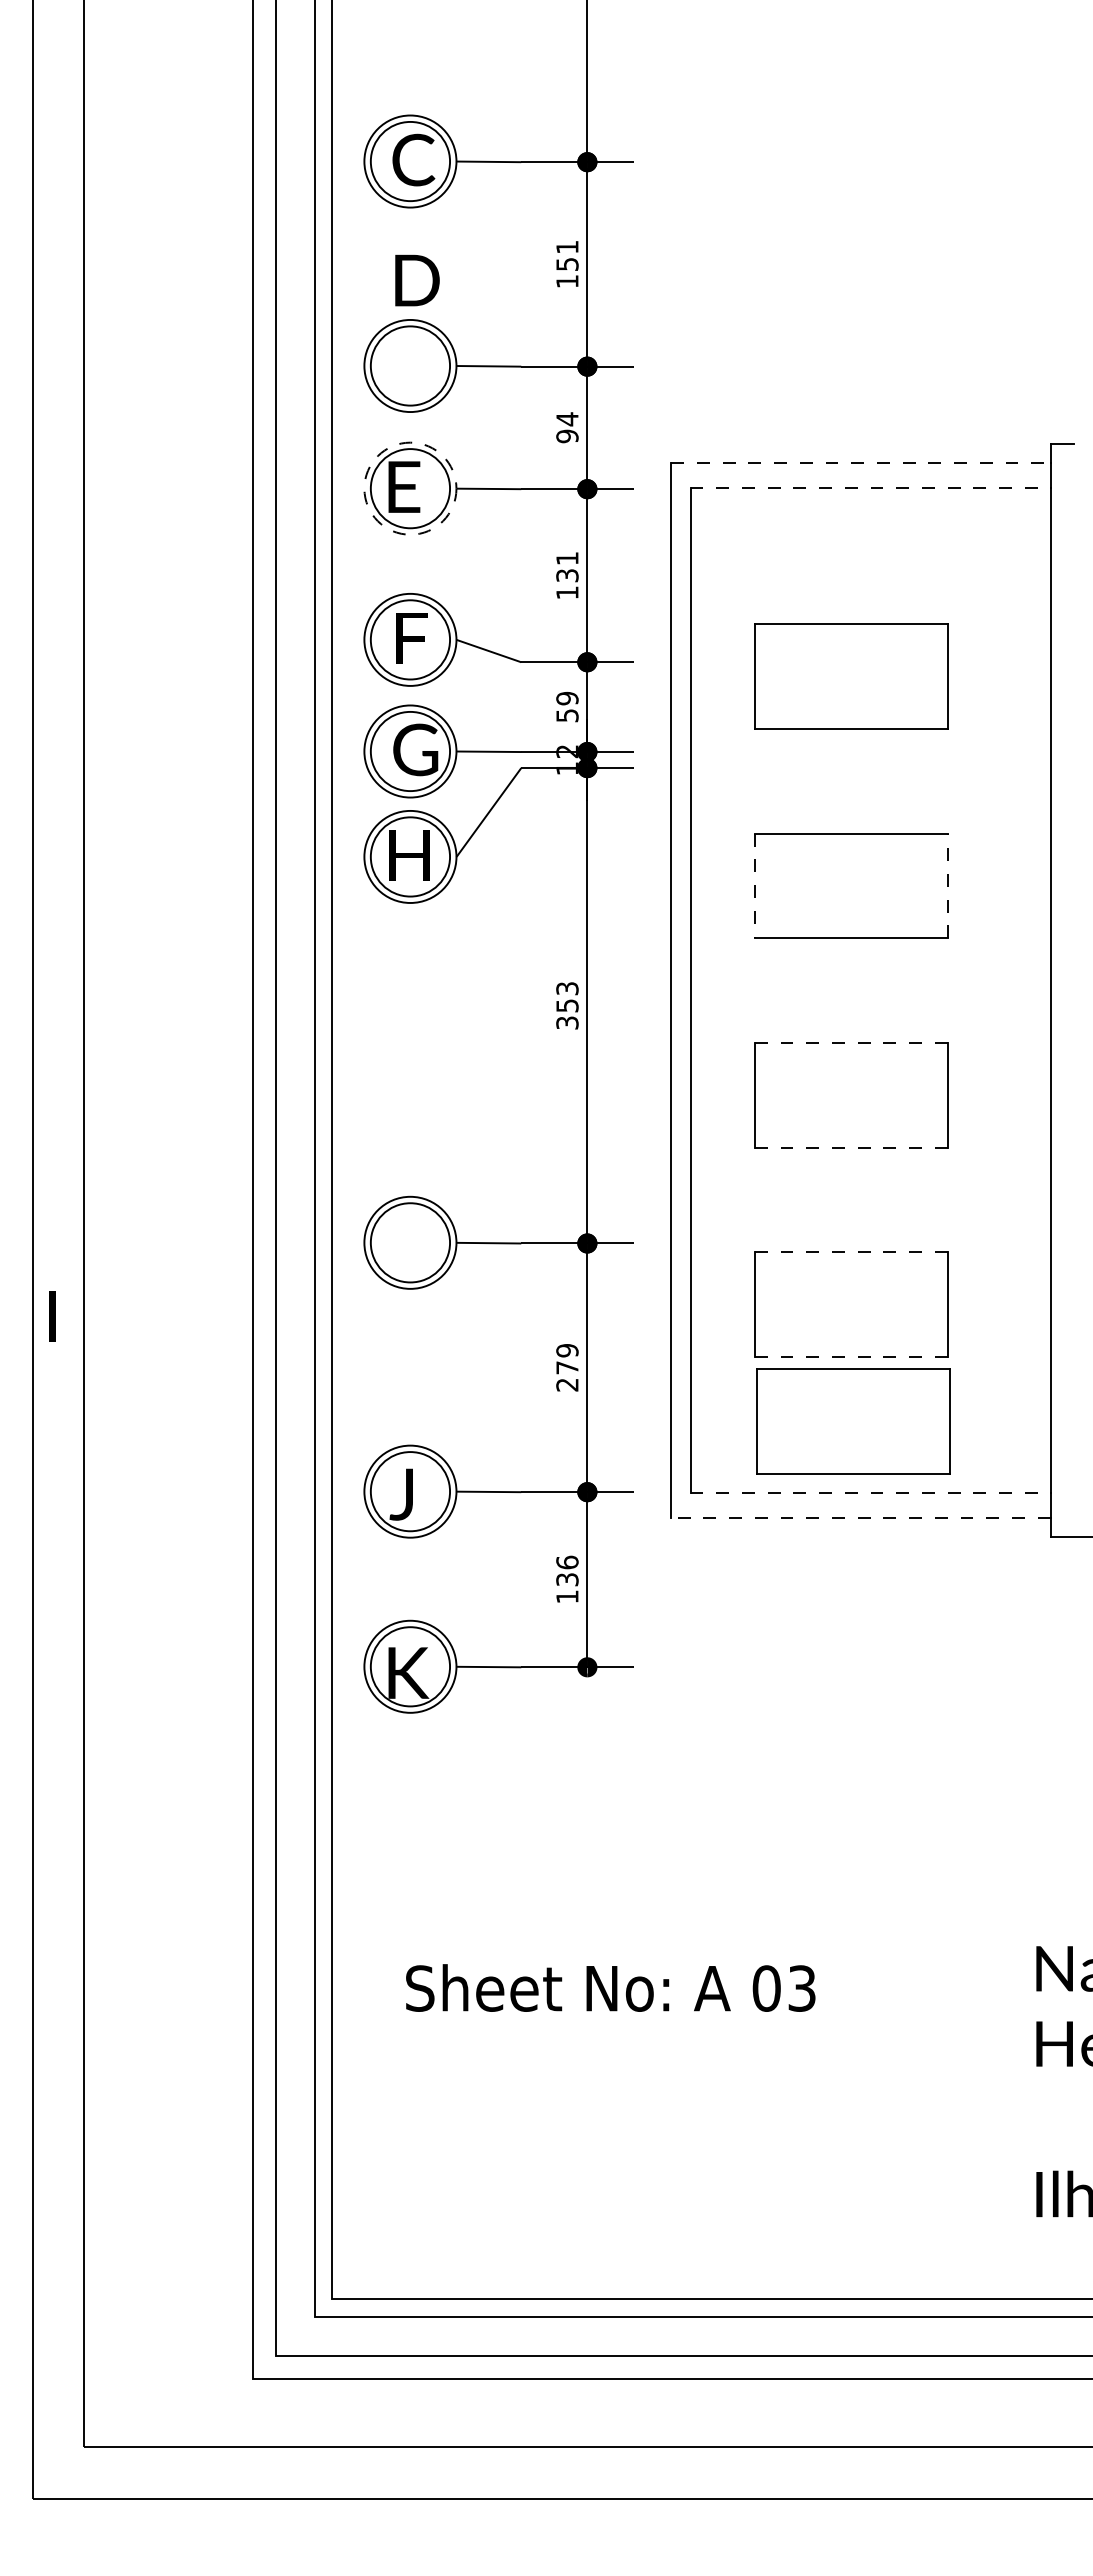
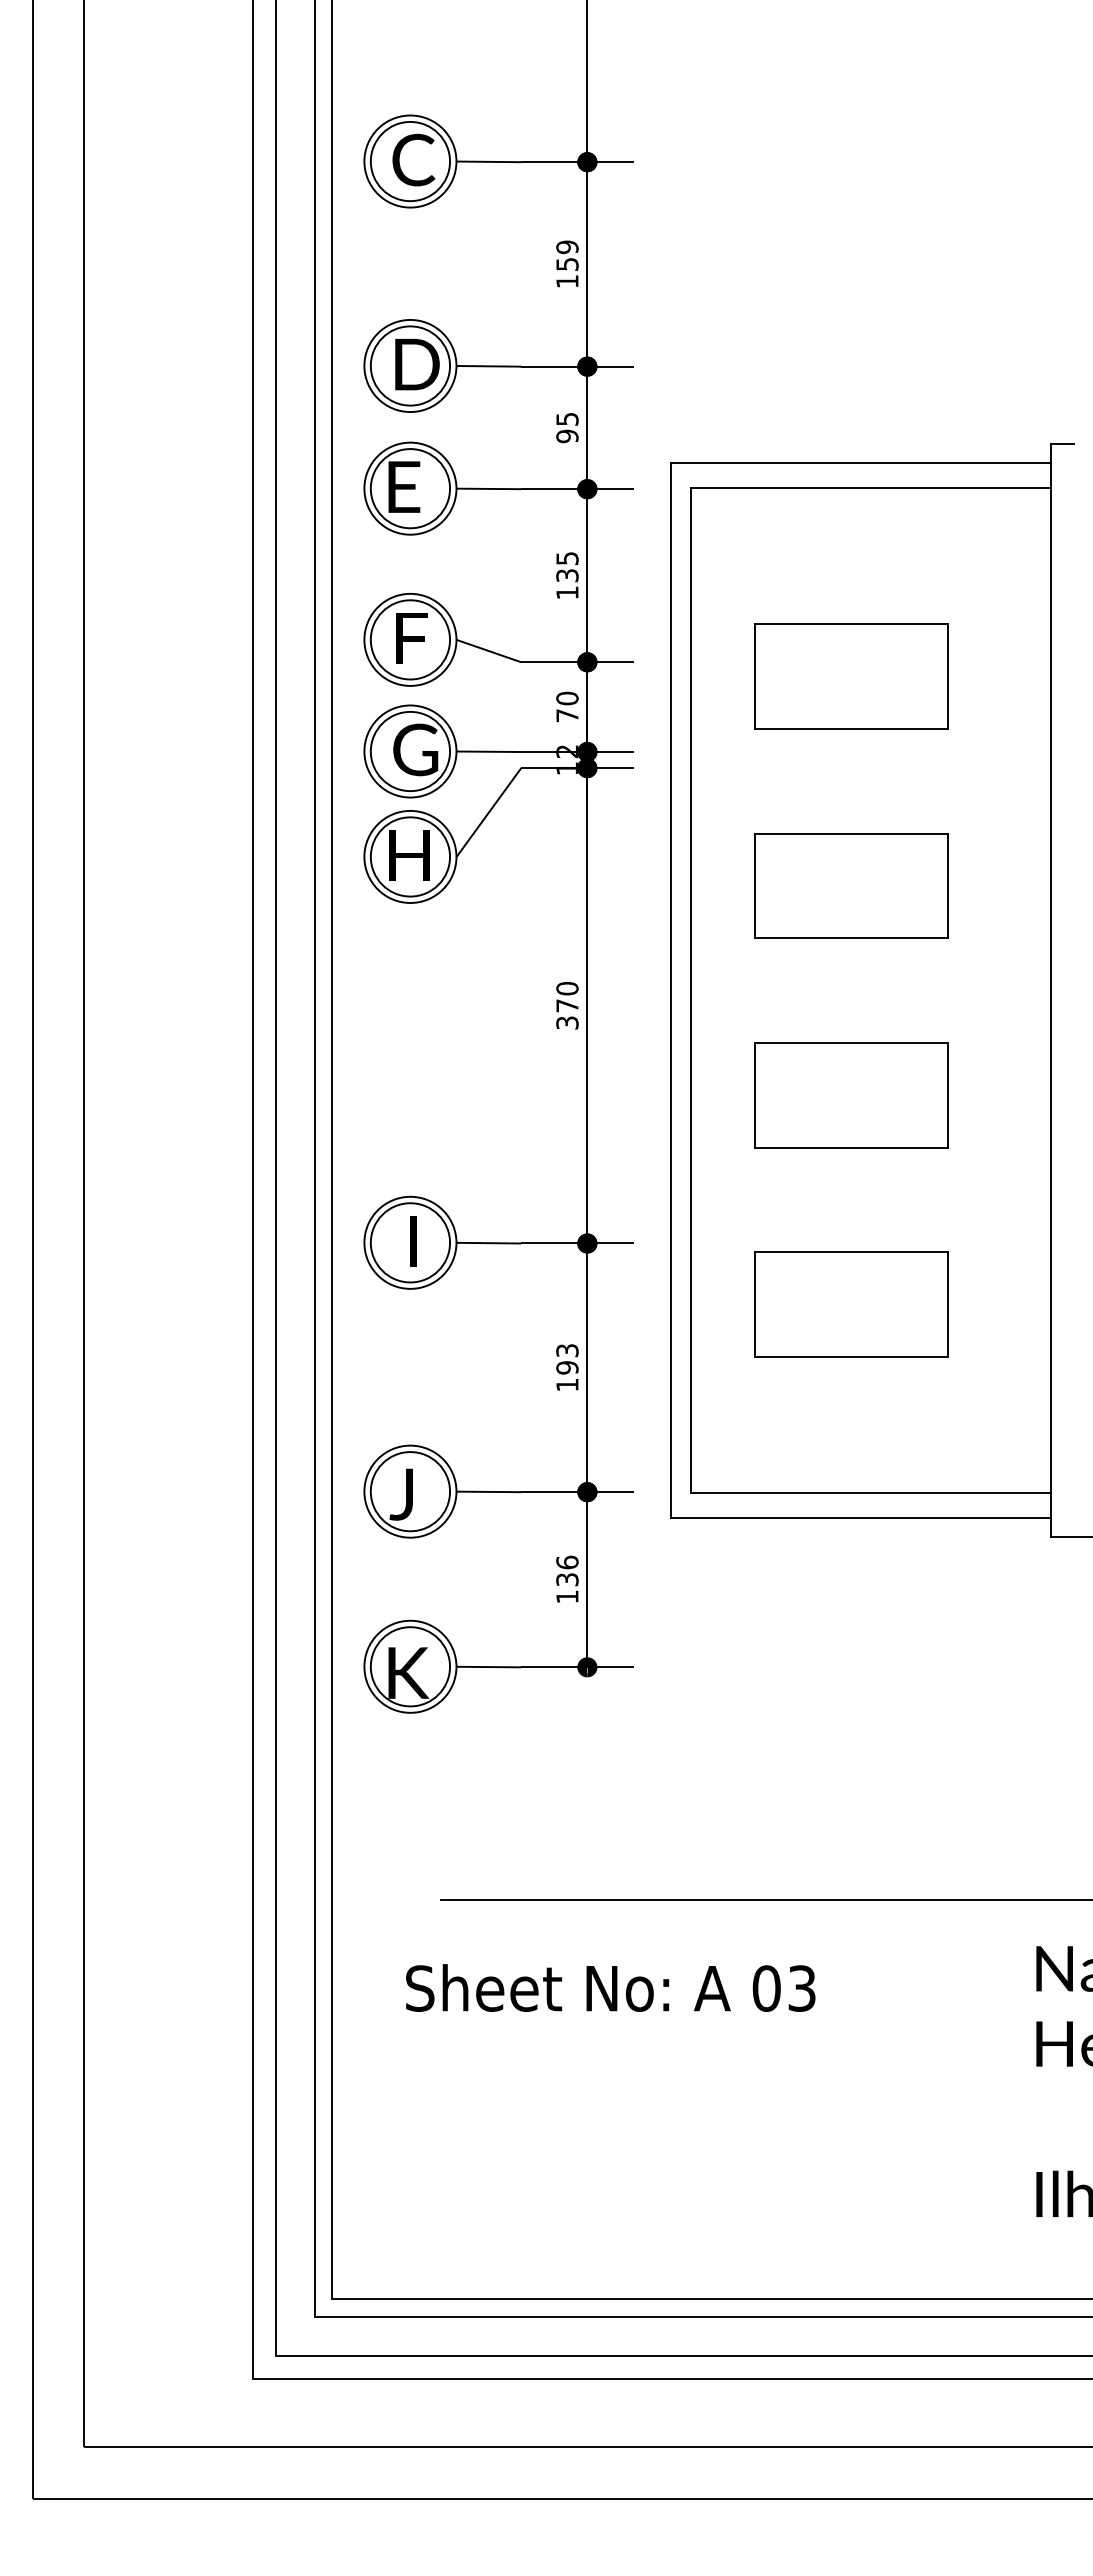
text at (567, 247): 151 -> 159
text at (417, 280) position: (417, 280) -> (417, 364)
text at (567, 419): 94 -> 95
line at (860, 463): dashed -> solid
circle at (410, 488): dashed -> solid
line at (871, 488): dashed -> solid
text at (567, 558): 131 -> 135
text at (567, 706): 59 -> 70
line at (947, 885): dashed -> solid
line at (754, 886): dashed -> solid
text at (567, 997): 353 -> 370
line at (850, 1042): dashed -> solid
line at (850, 1147): dashed -> solid
line at (850, 1252): dashed -> solid
text at (52, 1316) position: (52, 1316) -> (413, 1241)
line at (850, 1356): dashed -> solid
text at (567, 1367): 279 -> 193
part at (853, 1421): present -> none
line at (871, 1492): dashed -> solid
line at (860, 1517): dashed -> solid
line at (765, 1900): none -> present
